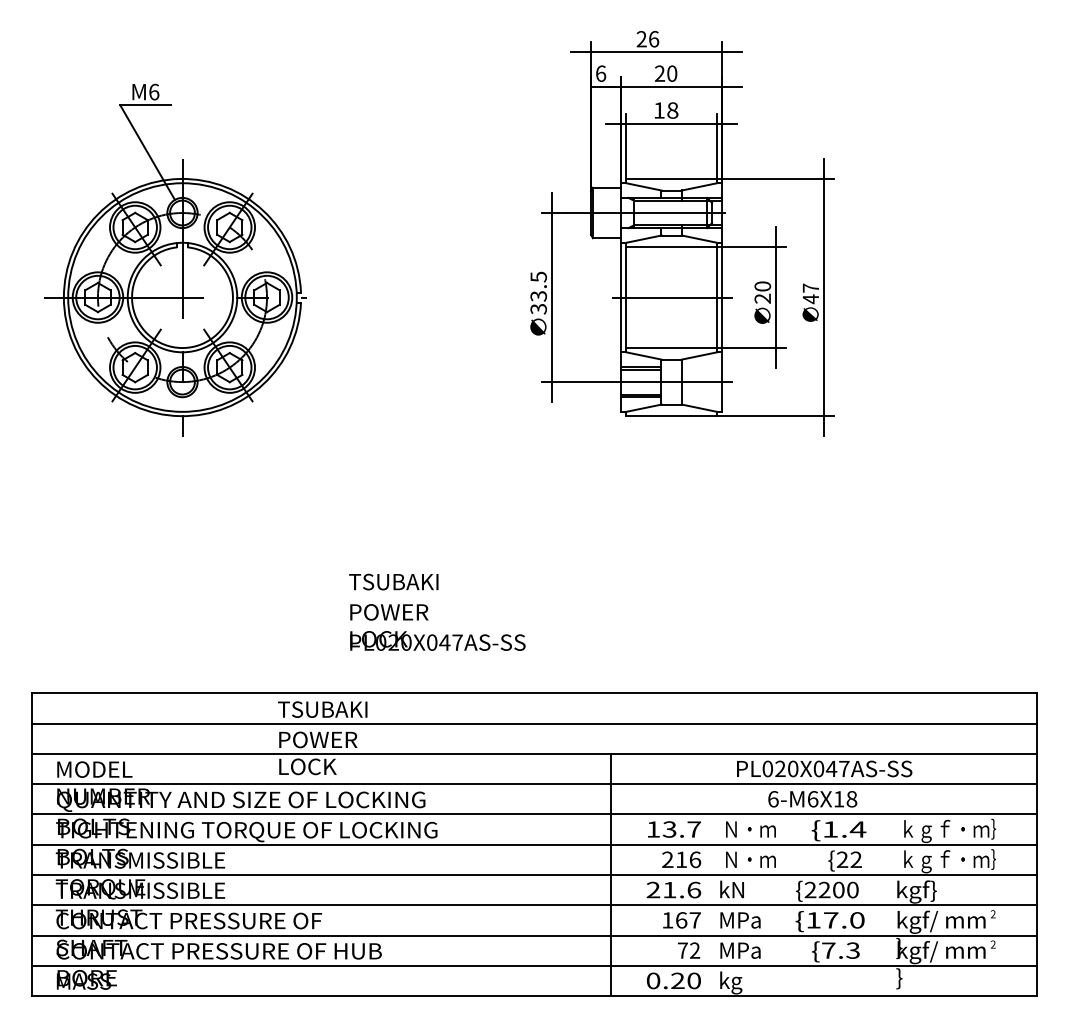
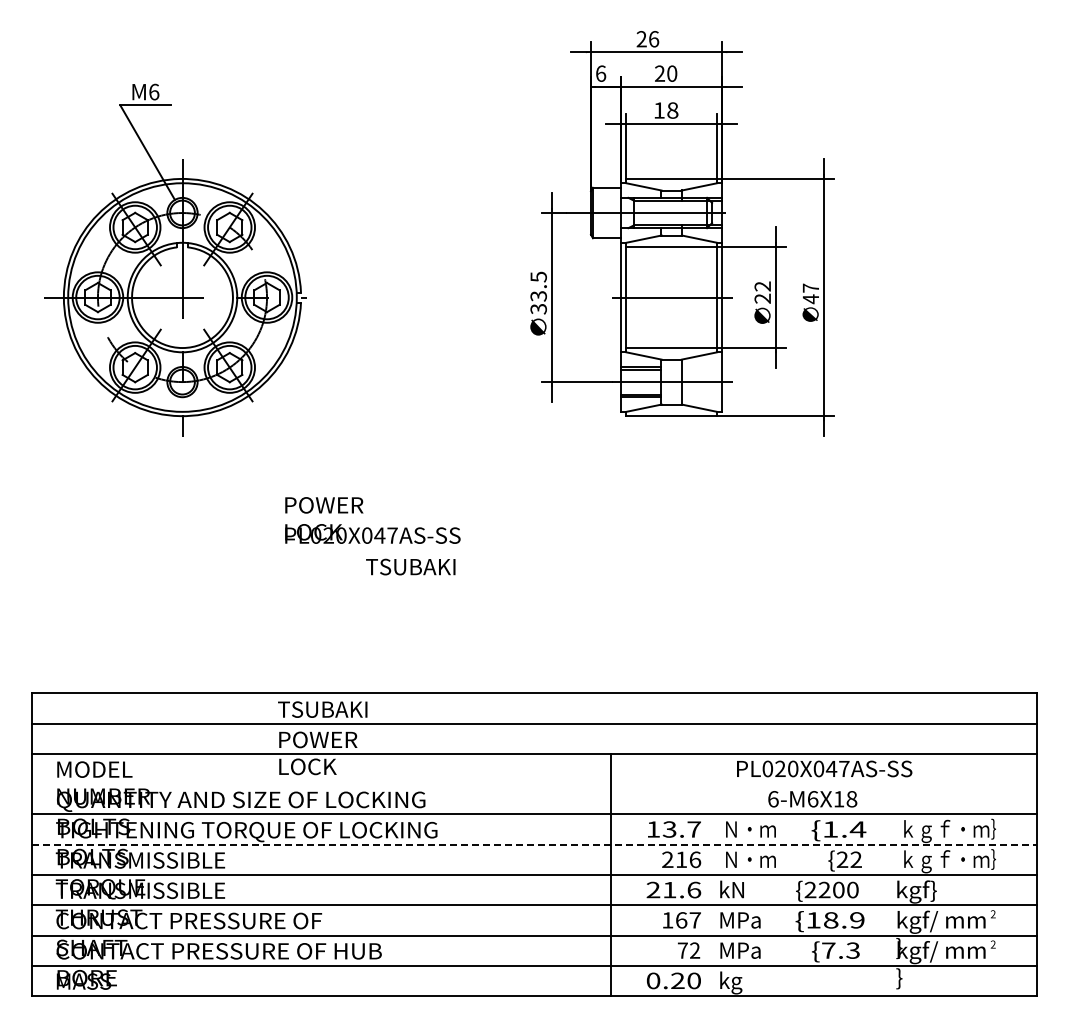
text at (762, 286): 20 -> 22
text at (393, 581) position: (393, 581) -> (410, 566)
text at (437, 627) position: (437, 627) -> (372, 520)
line at (534, 784): present -> none
line at (534, 844): solid -> dashed
text at (844, 920): 17.0 -> 18.9
